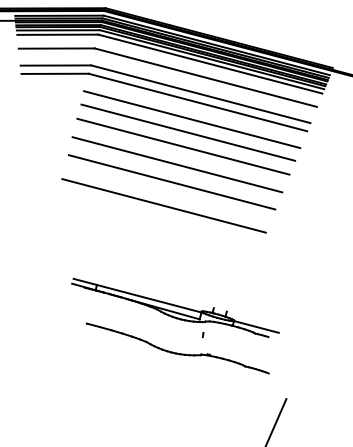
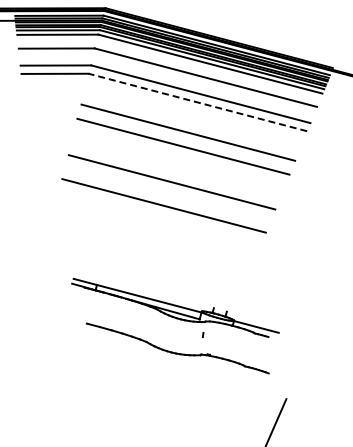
line at (197, 102): solid -> dashed
line at (192, 119): present -> none
line at (177, 164): present -> none
